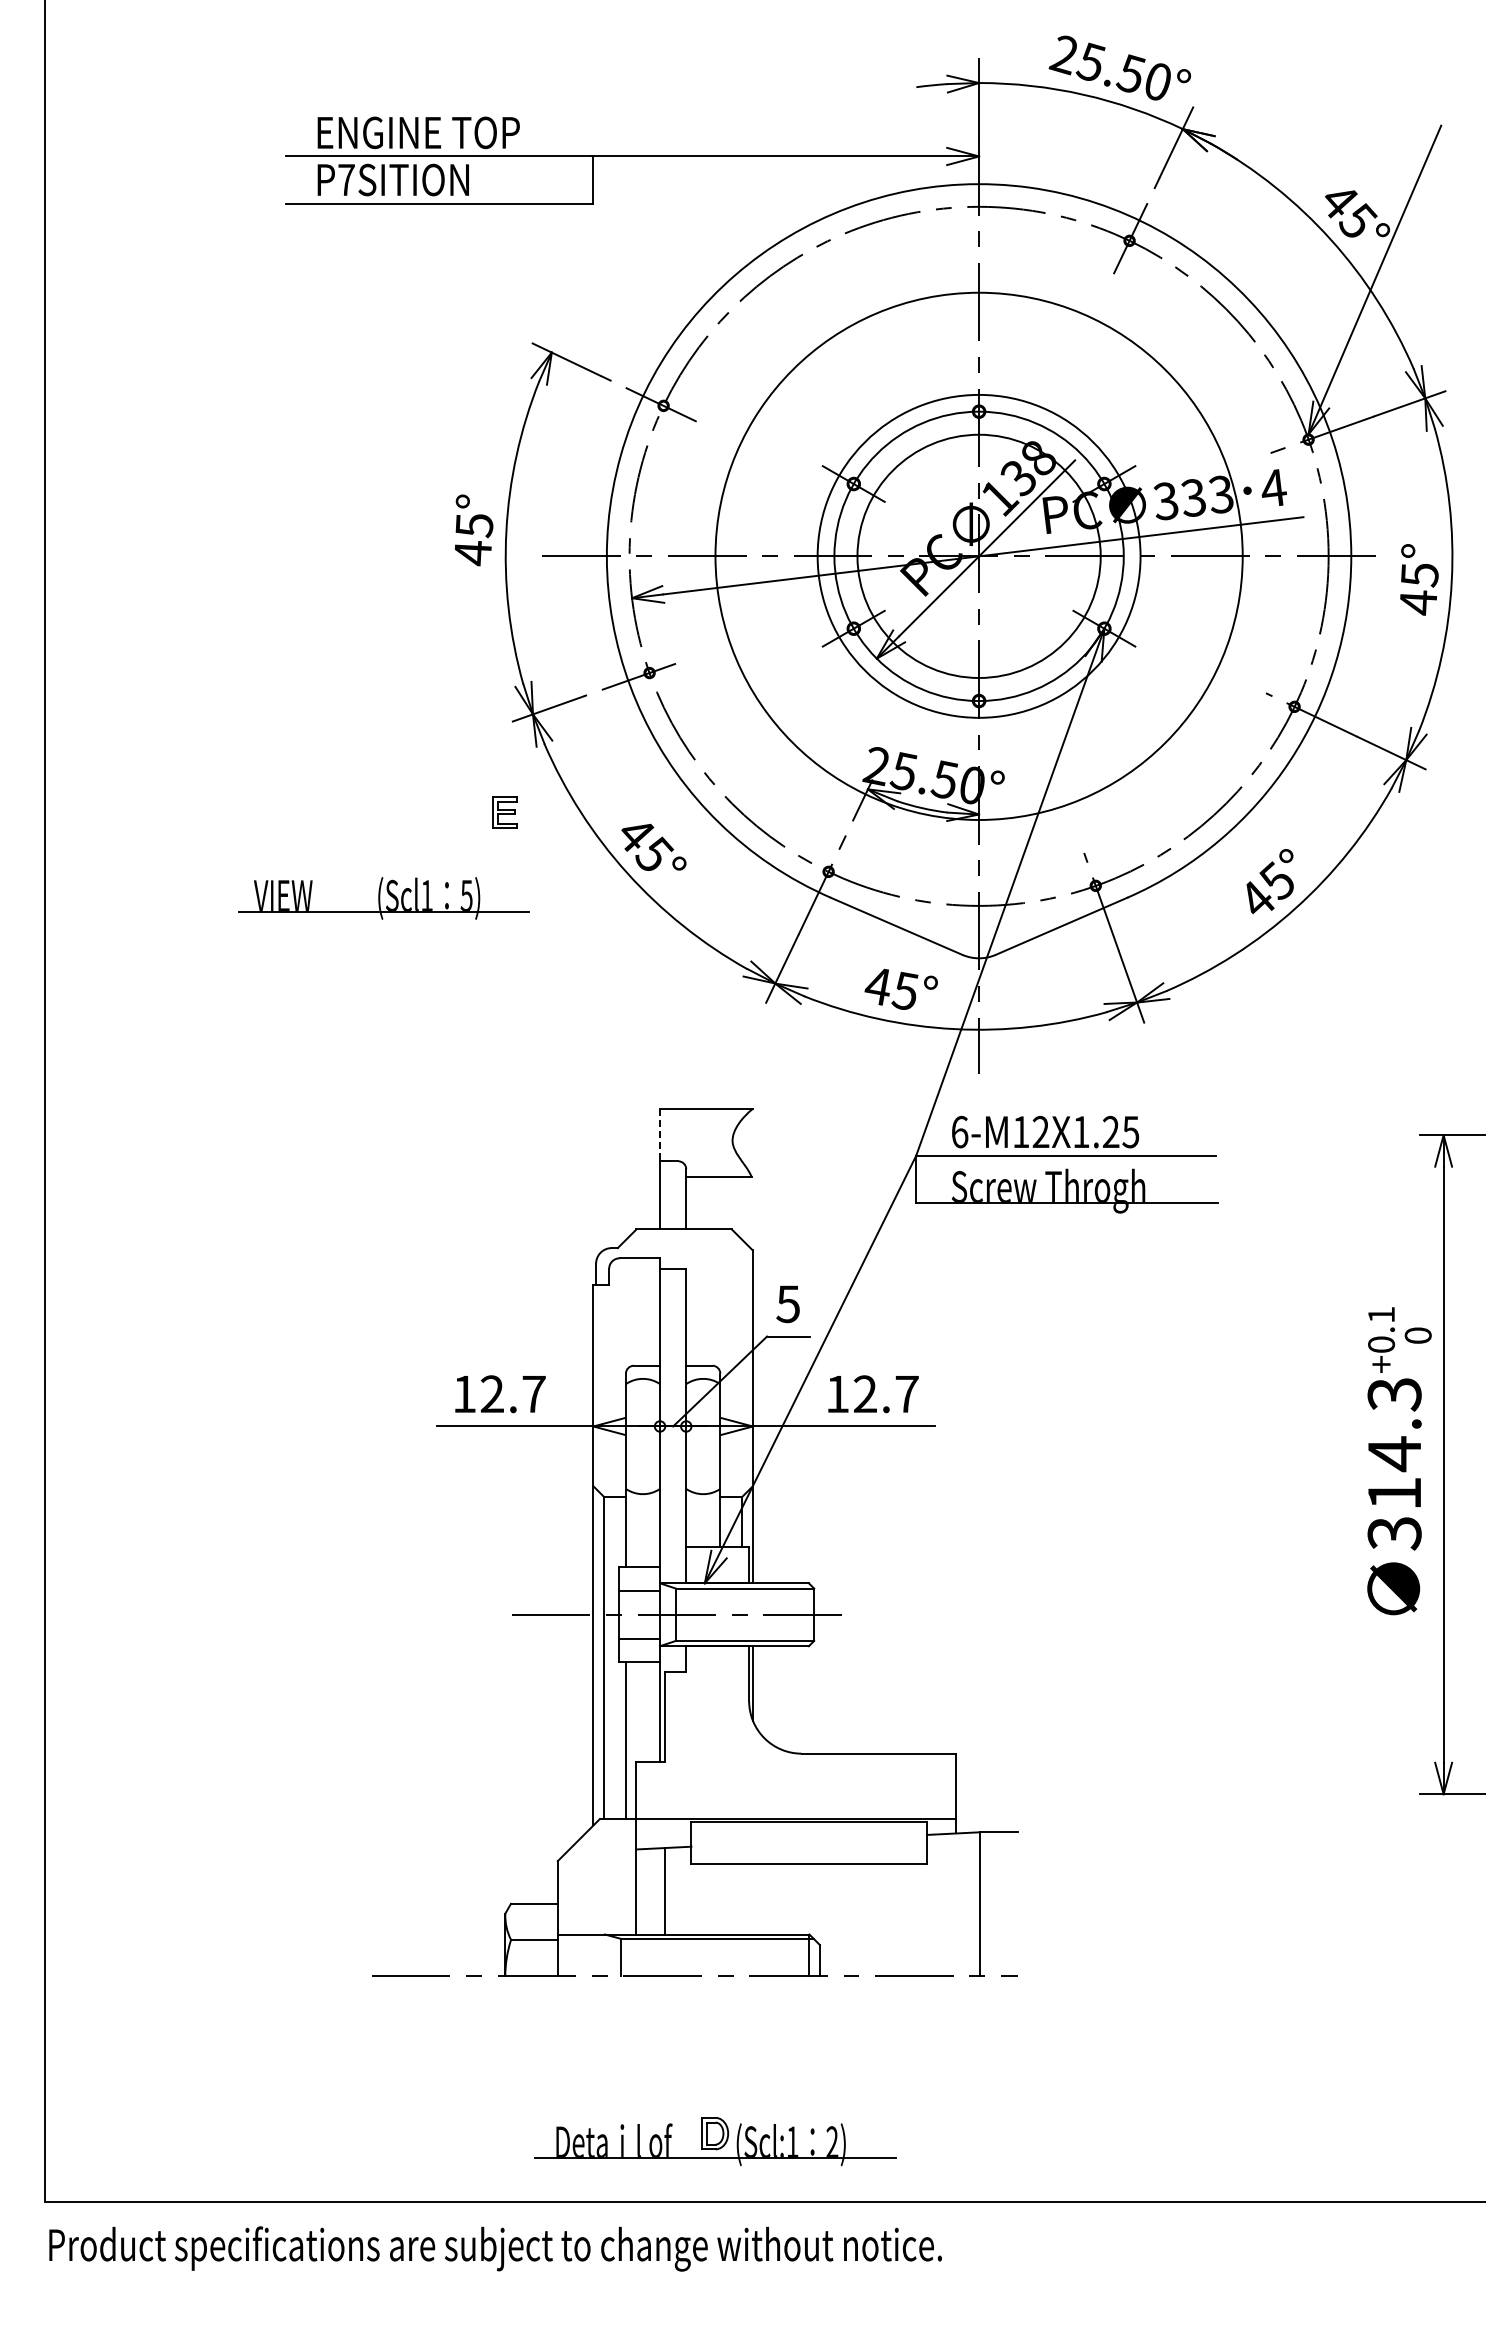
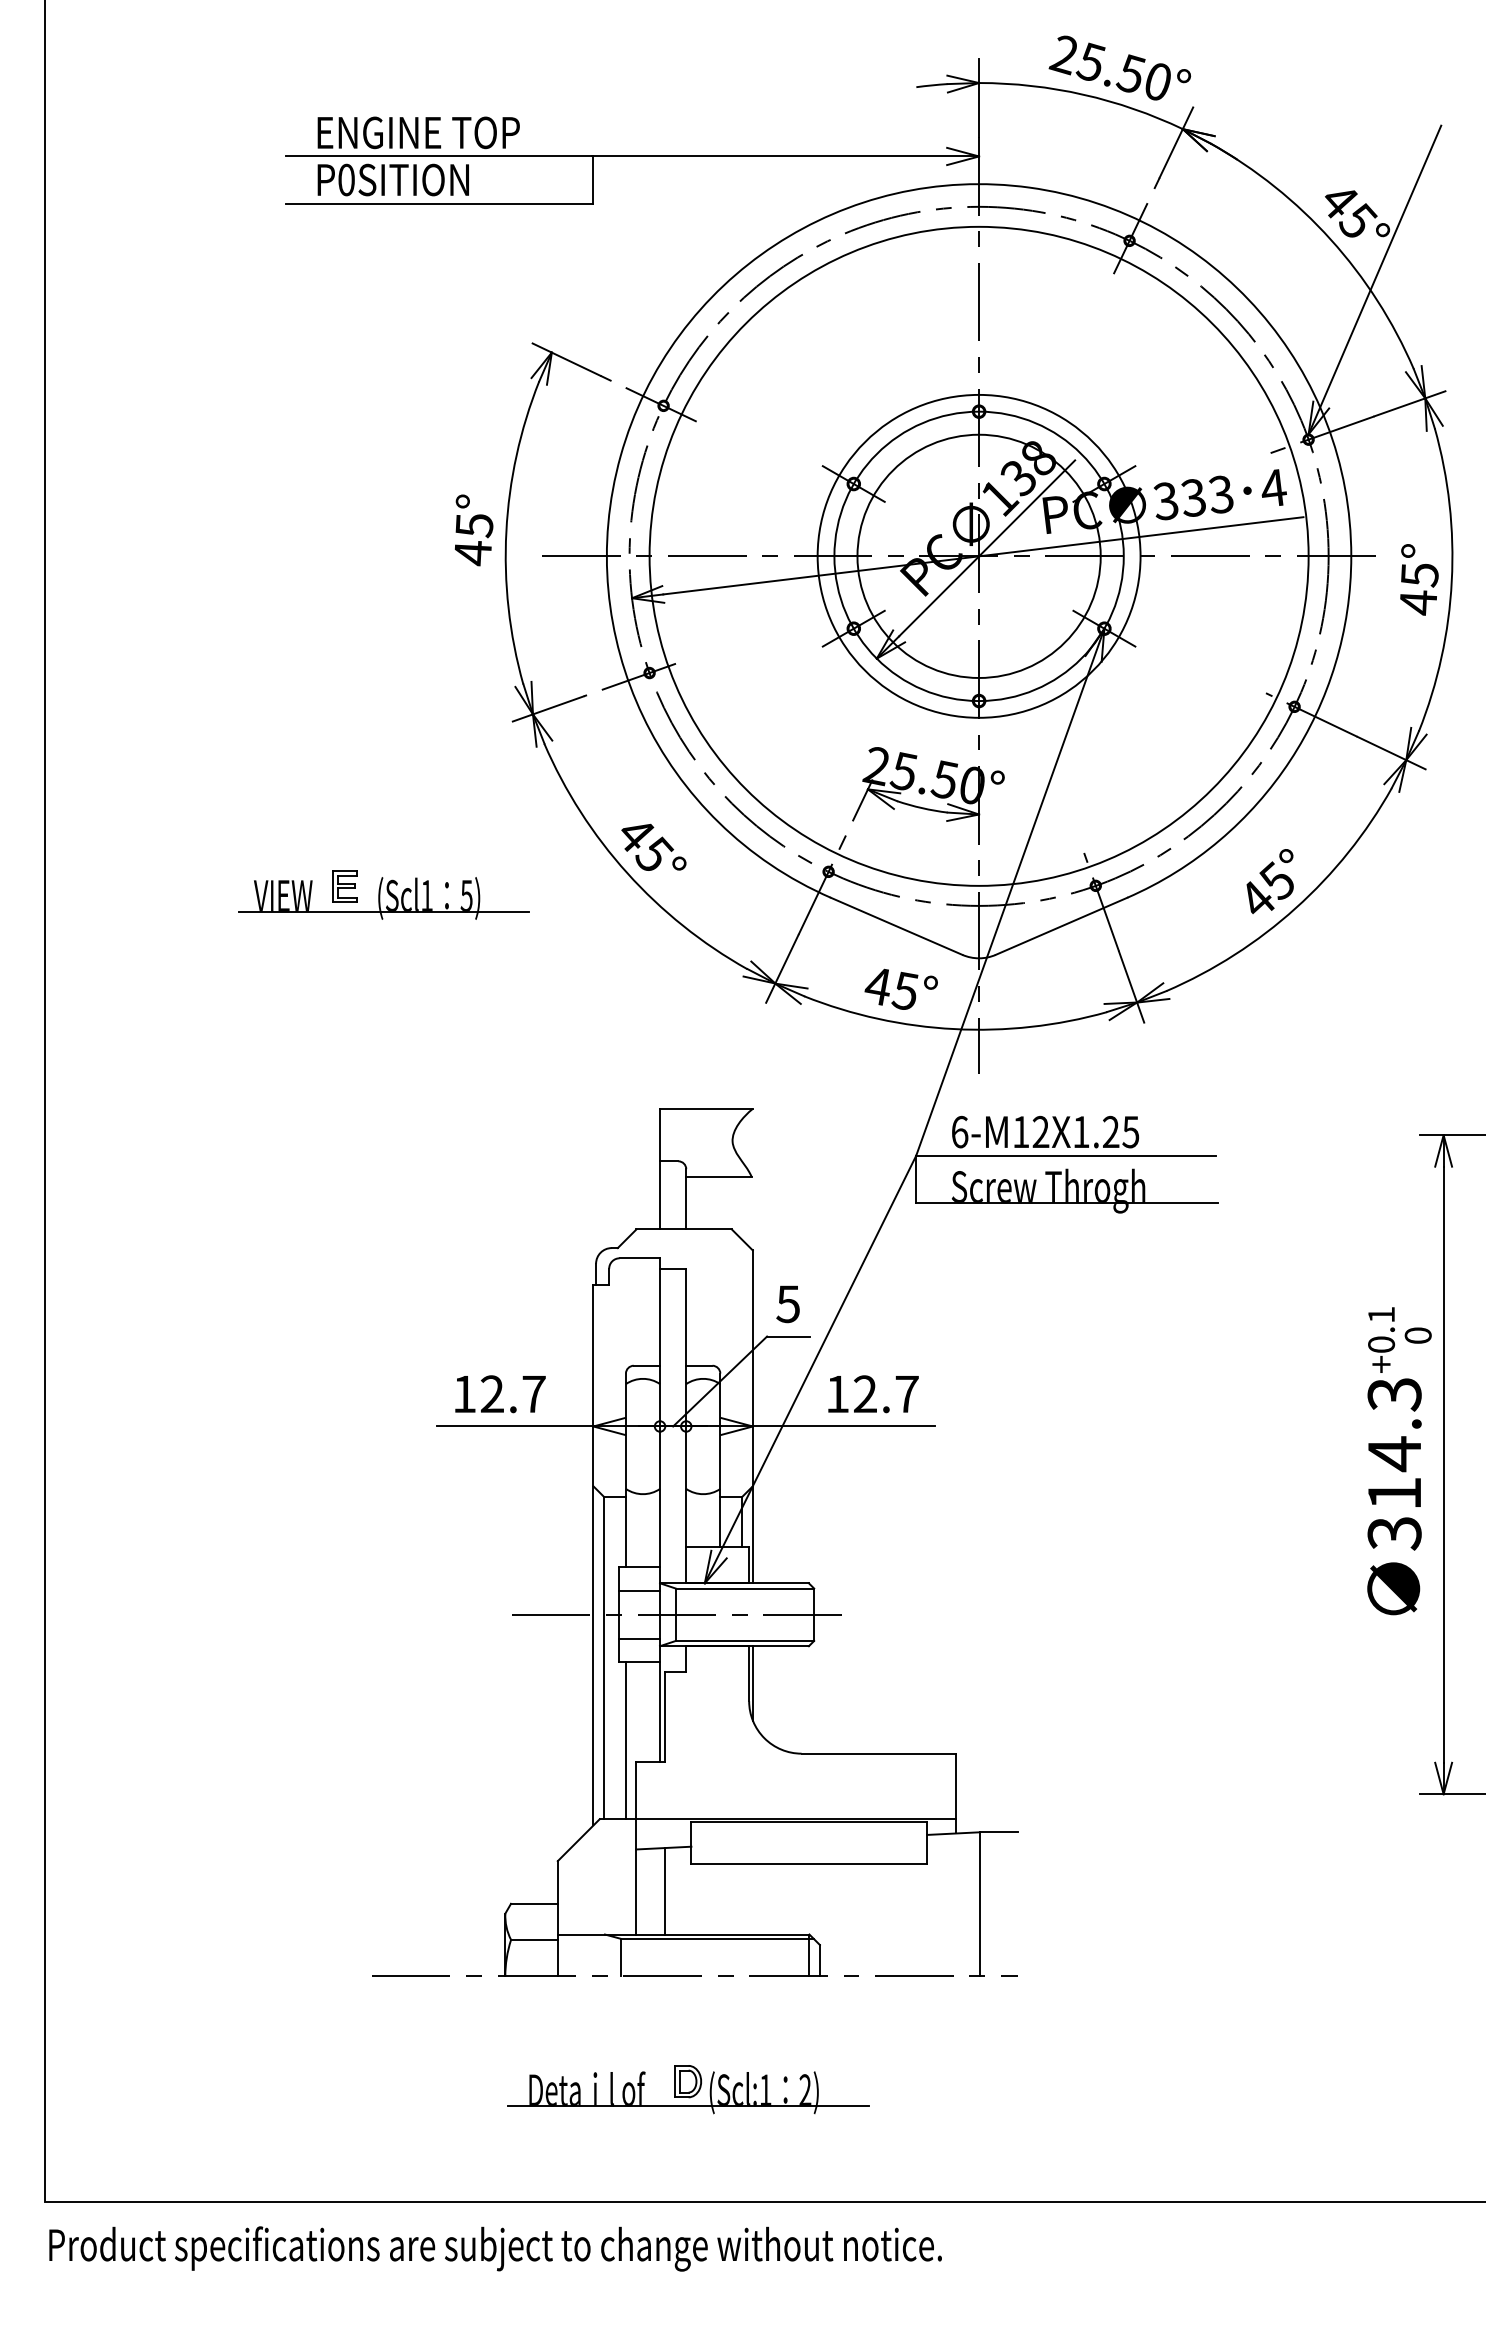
text at (346, 179): P7SITION -> P0SITION
circle at (978, 555) diameter: 527 px -> 659 px
part at (504, 812) position: (504, 812) -> (344, 886)
line at (660, 1135): dashed -> solid
part at (715, 2141) position: (715, 2141) -> (688, 2089)
